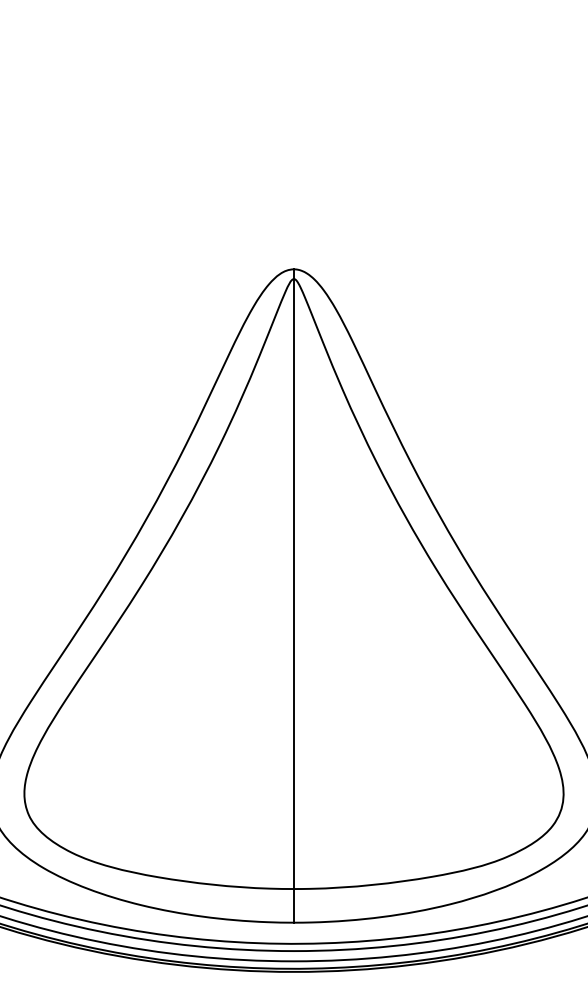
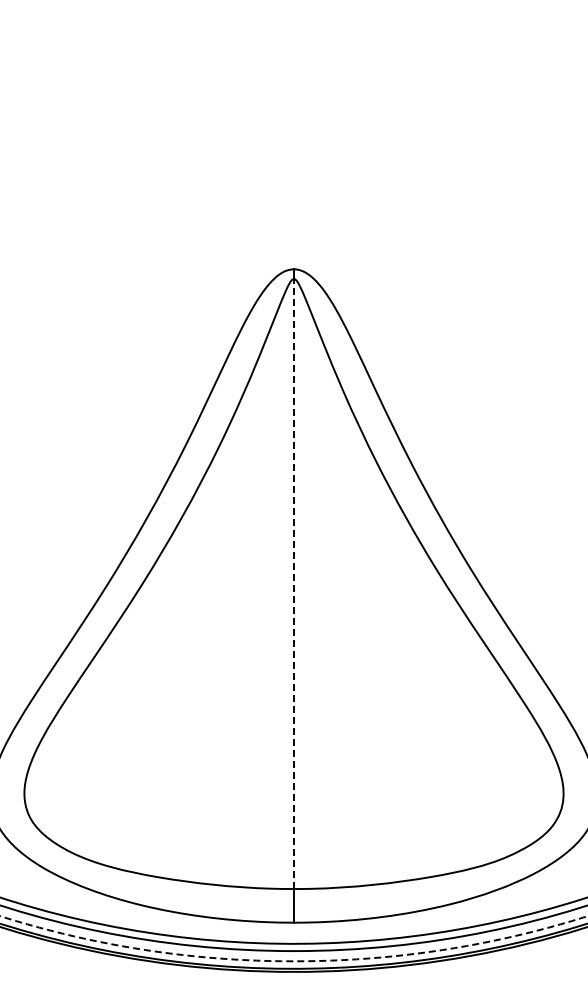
line at (294, 584): solid -> dashed
circle at (293, 938): solid -> dashed
